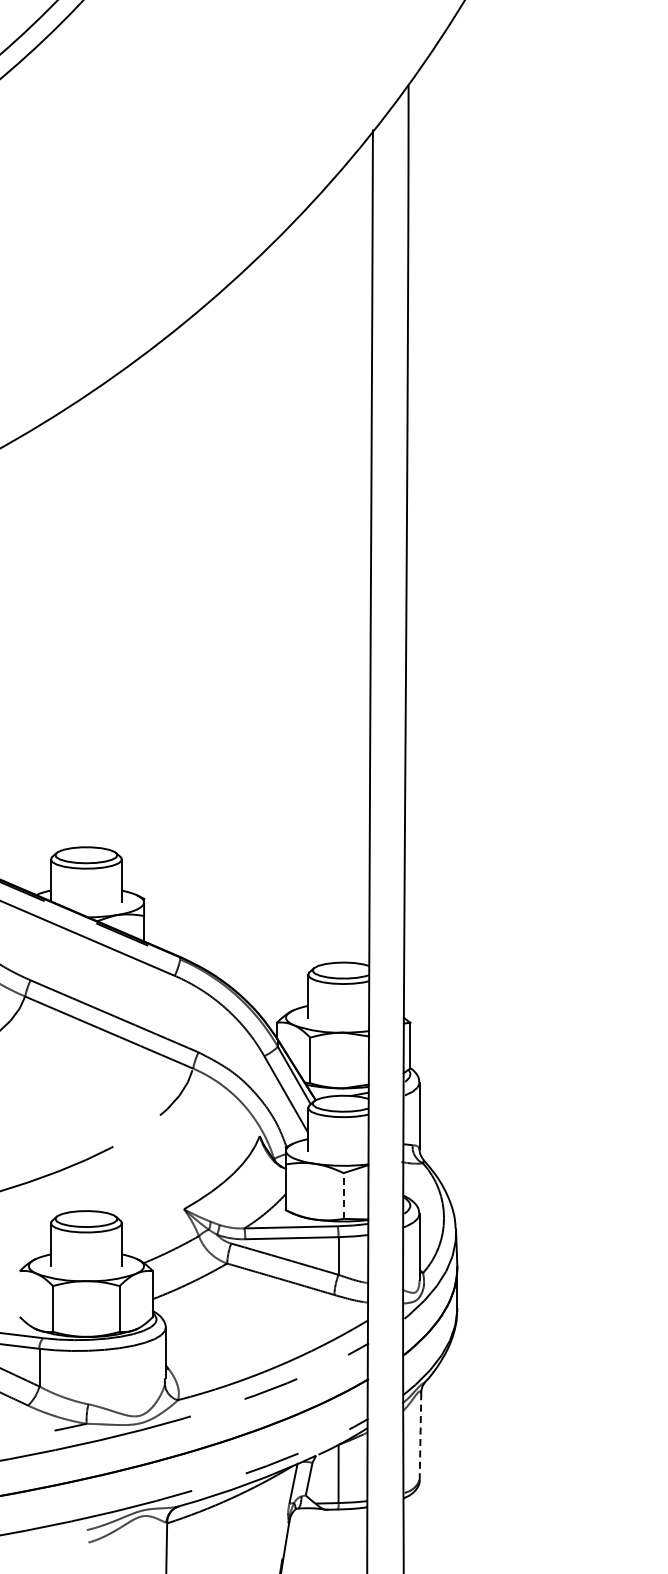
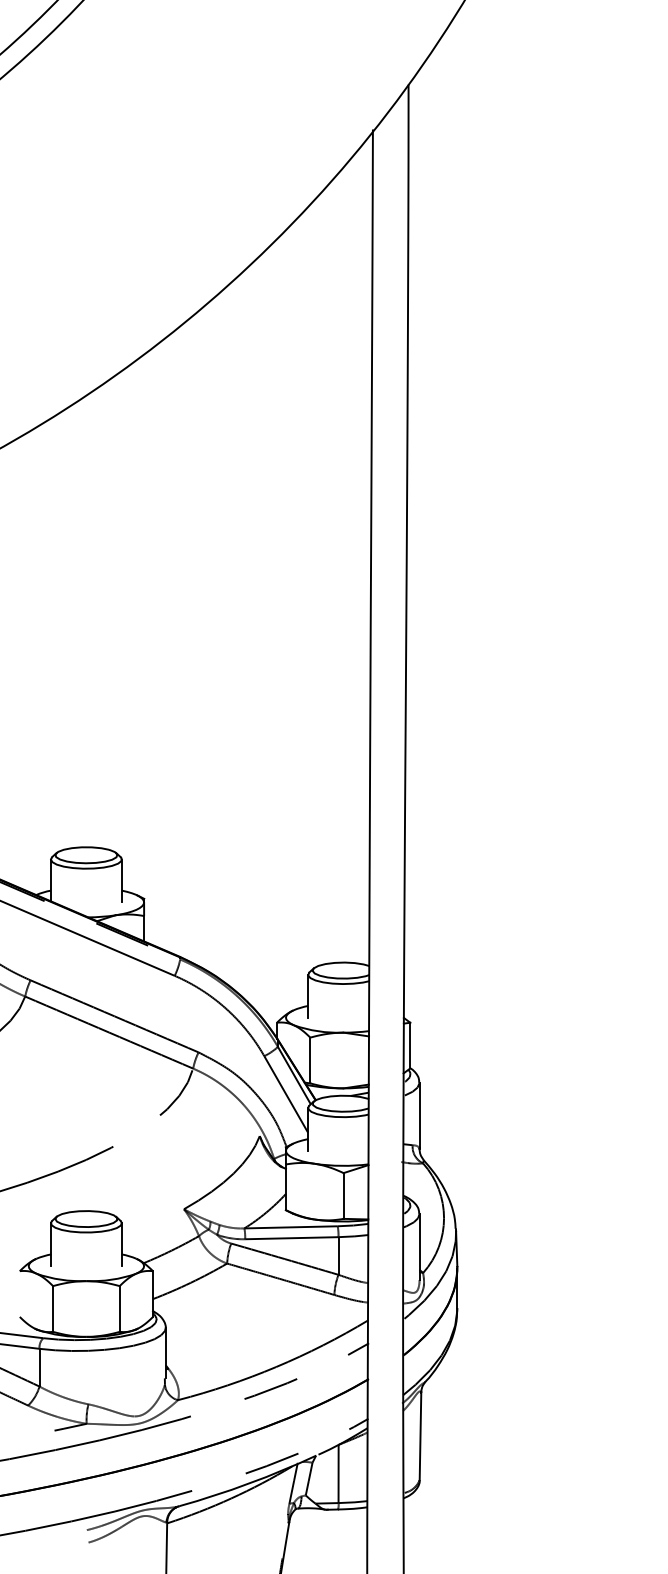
line at (343, 1195): dashed -> solid
line at (420, 1436): dashed -> solid
